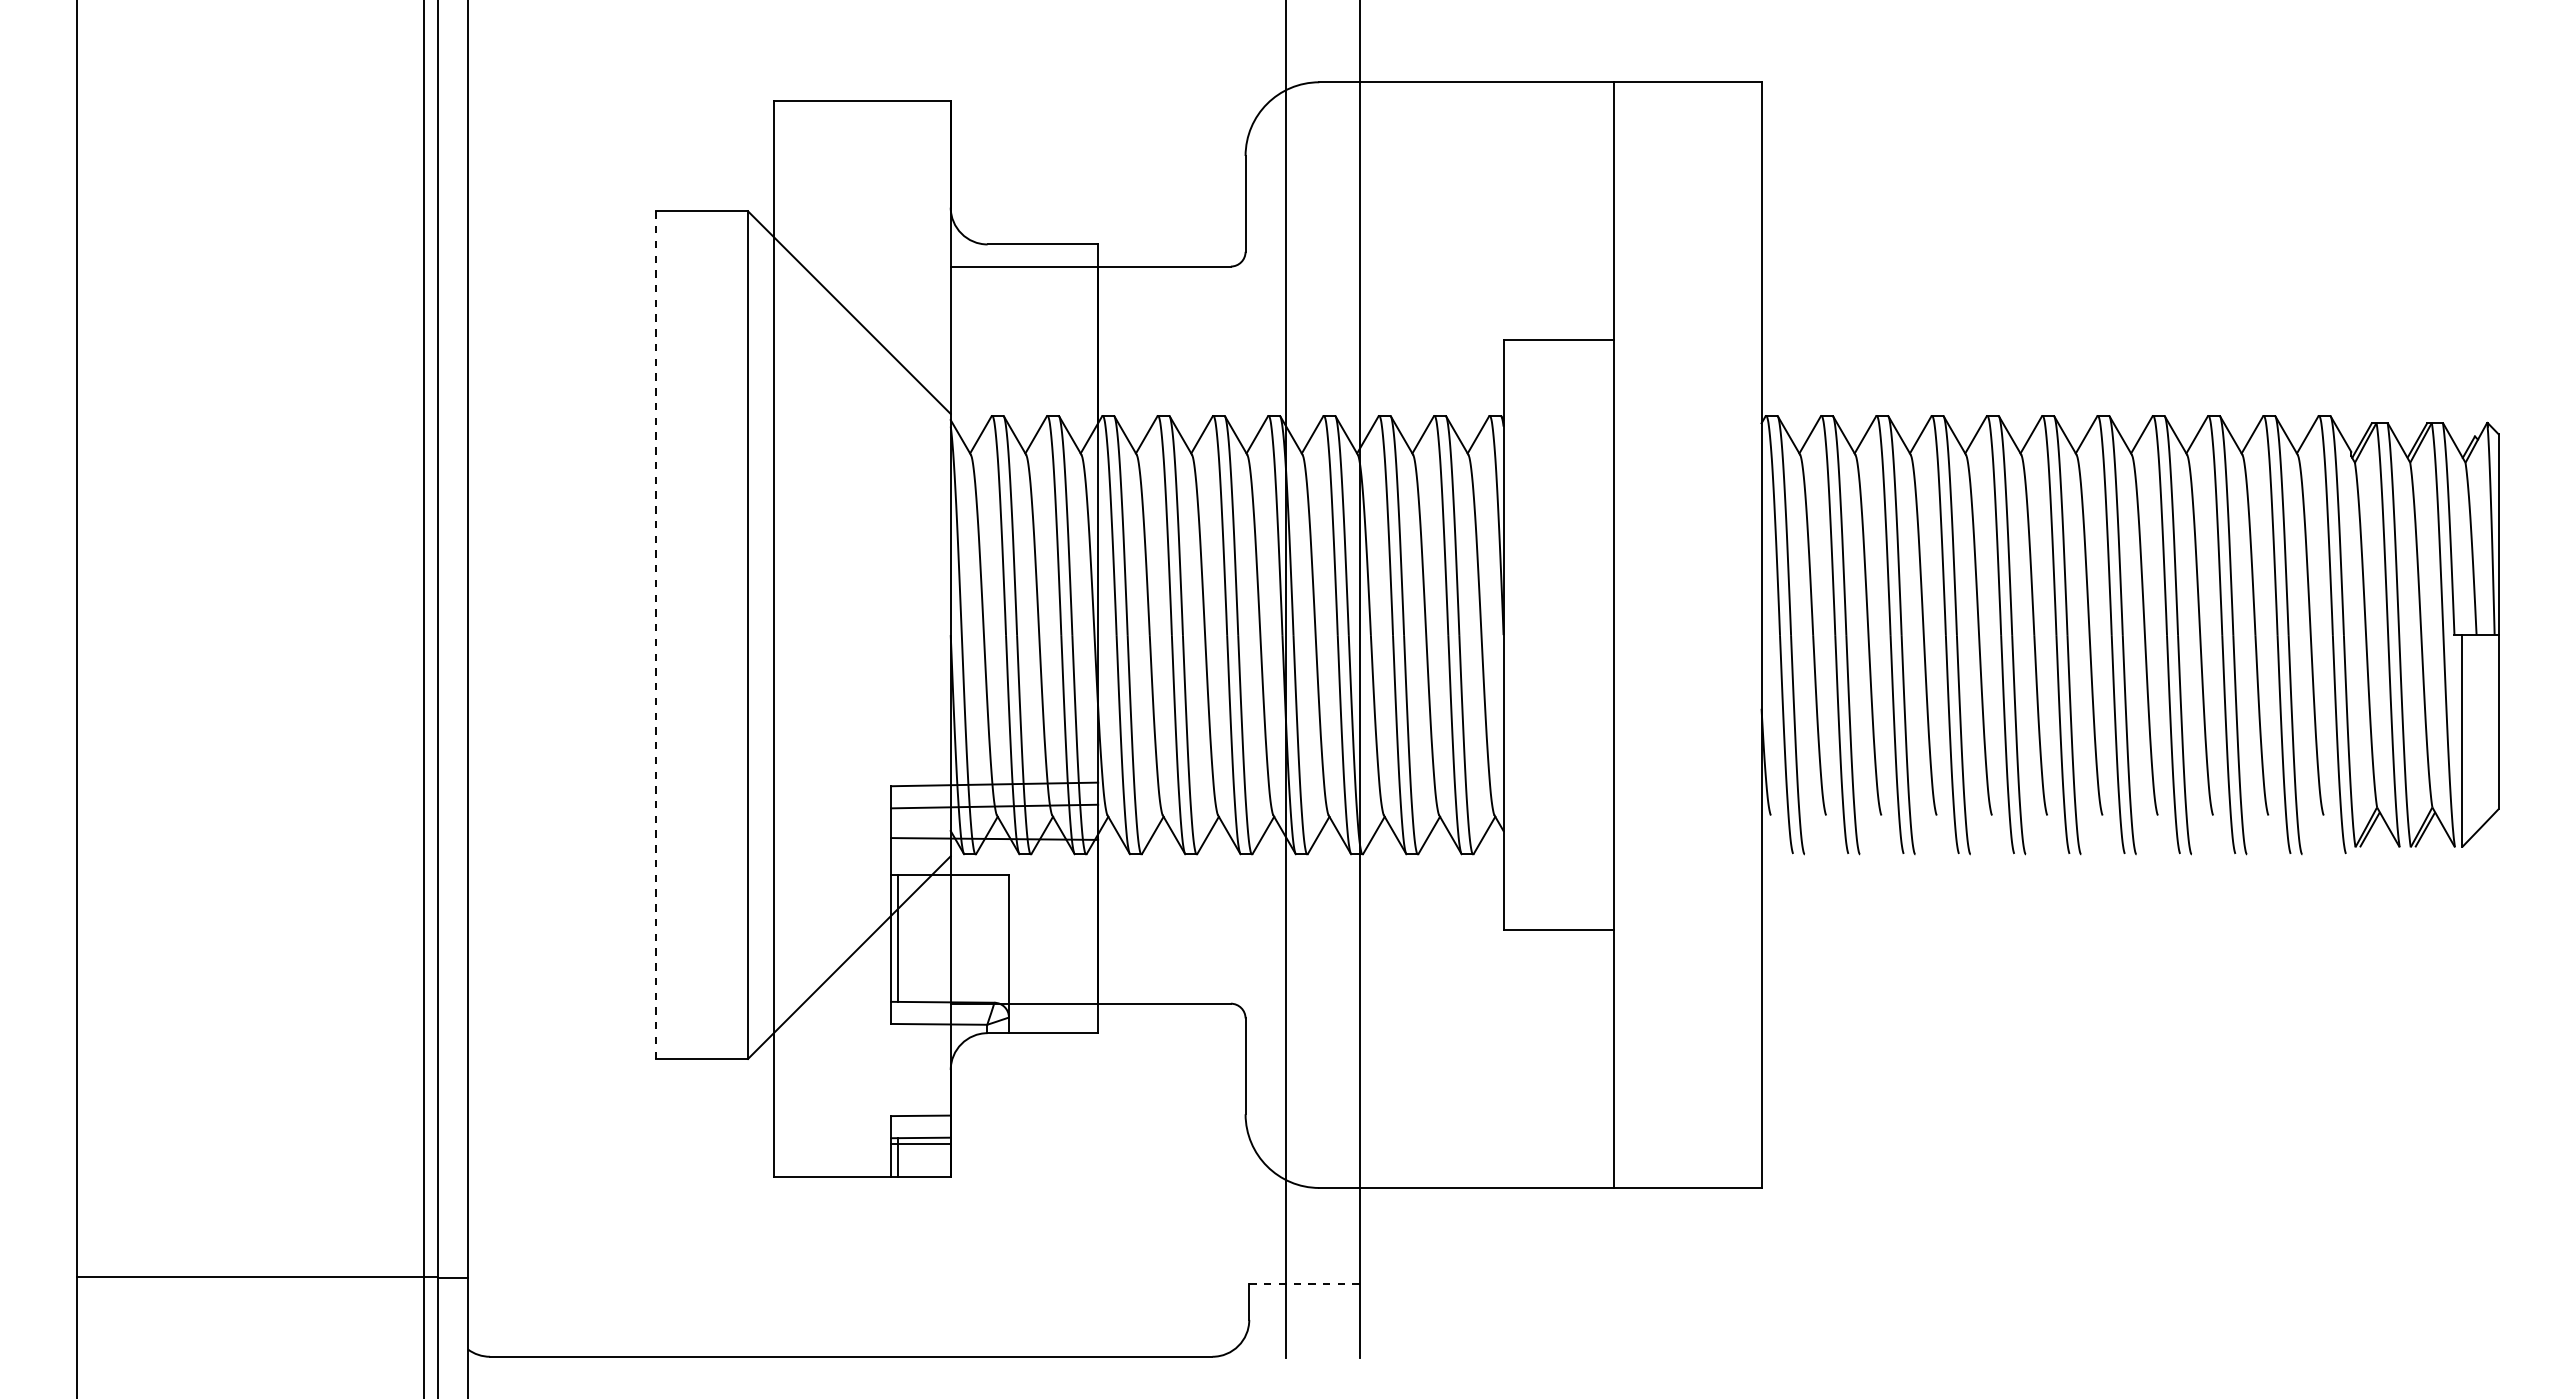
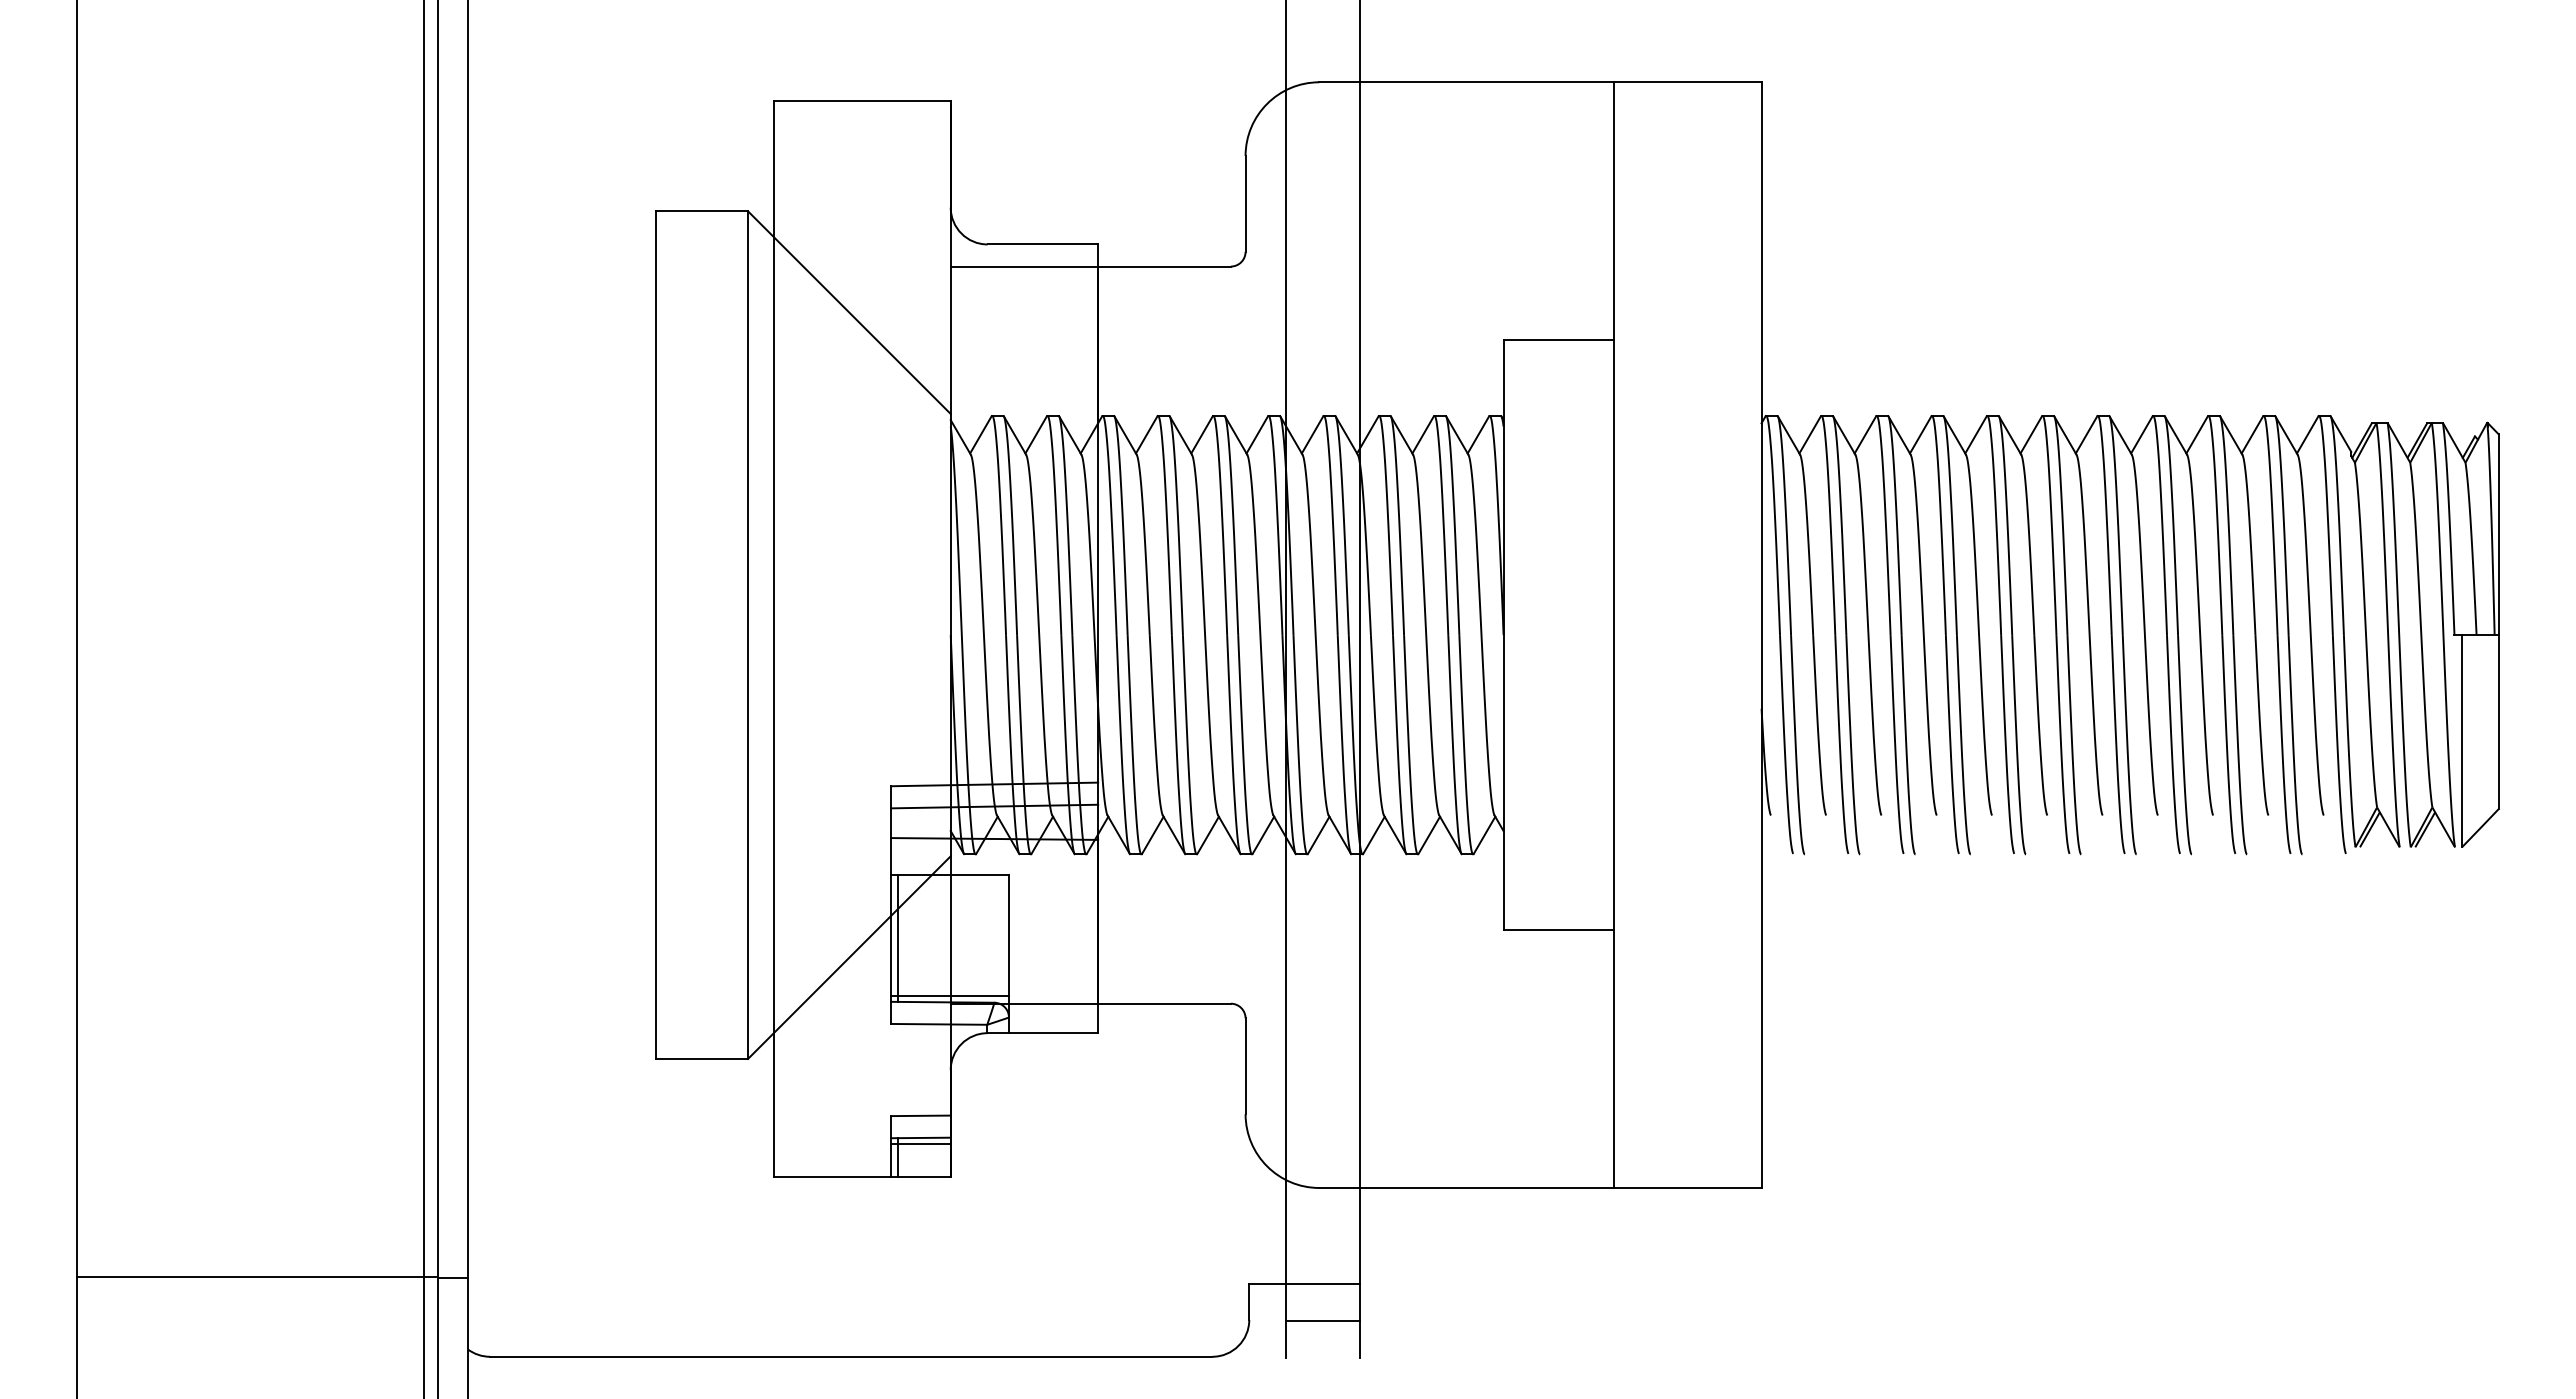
line at (655, 635): dashed -> solid
line at (949, 996): none -> present
line at (1304, 1283): dashed -> solid
line at (1322, 1320): none -> present
